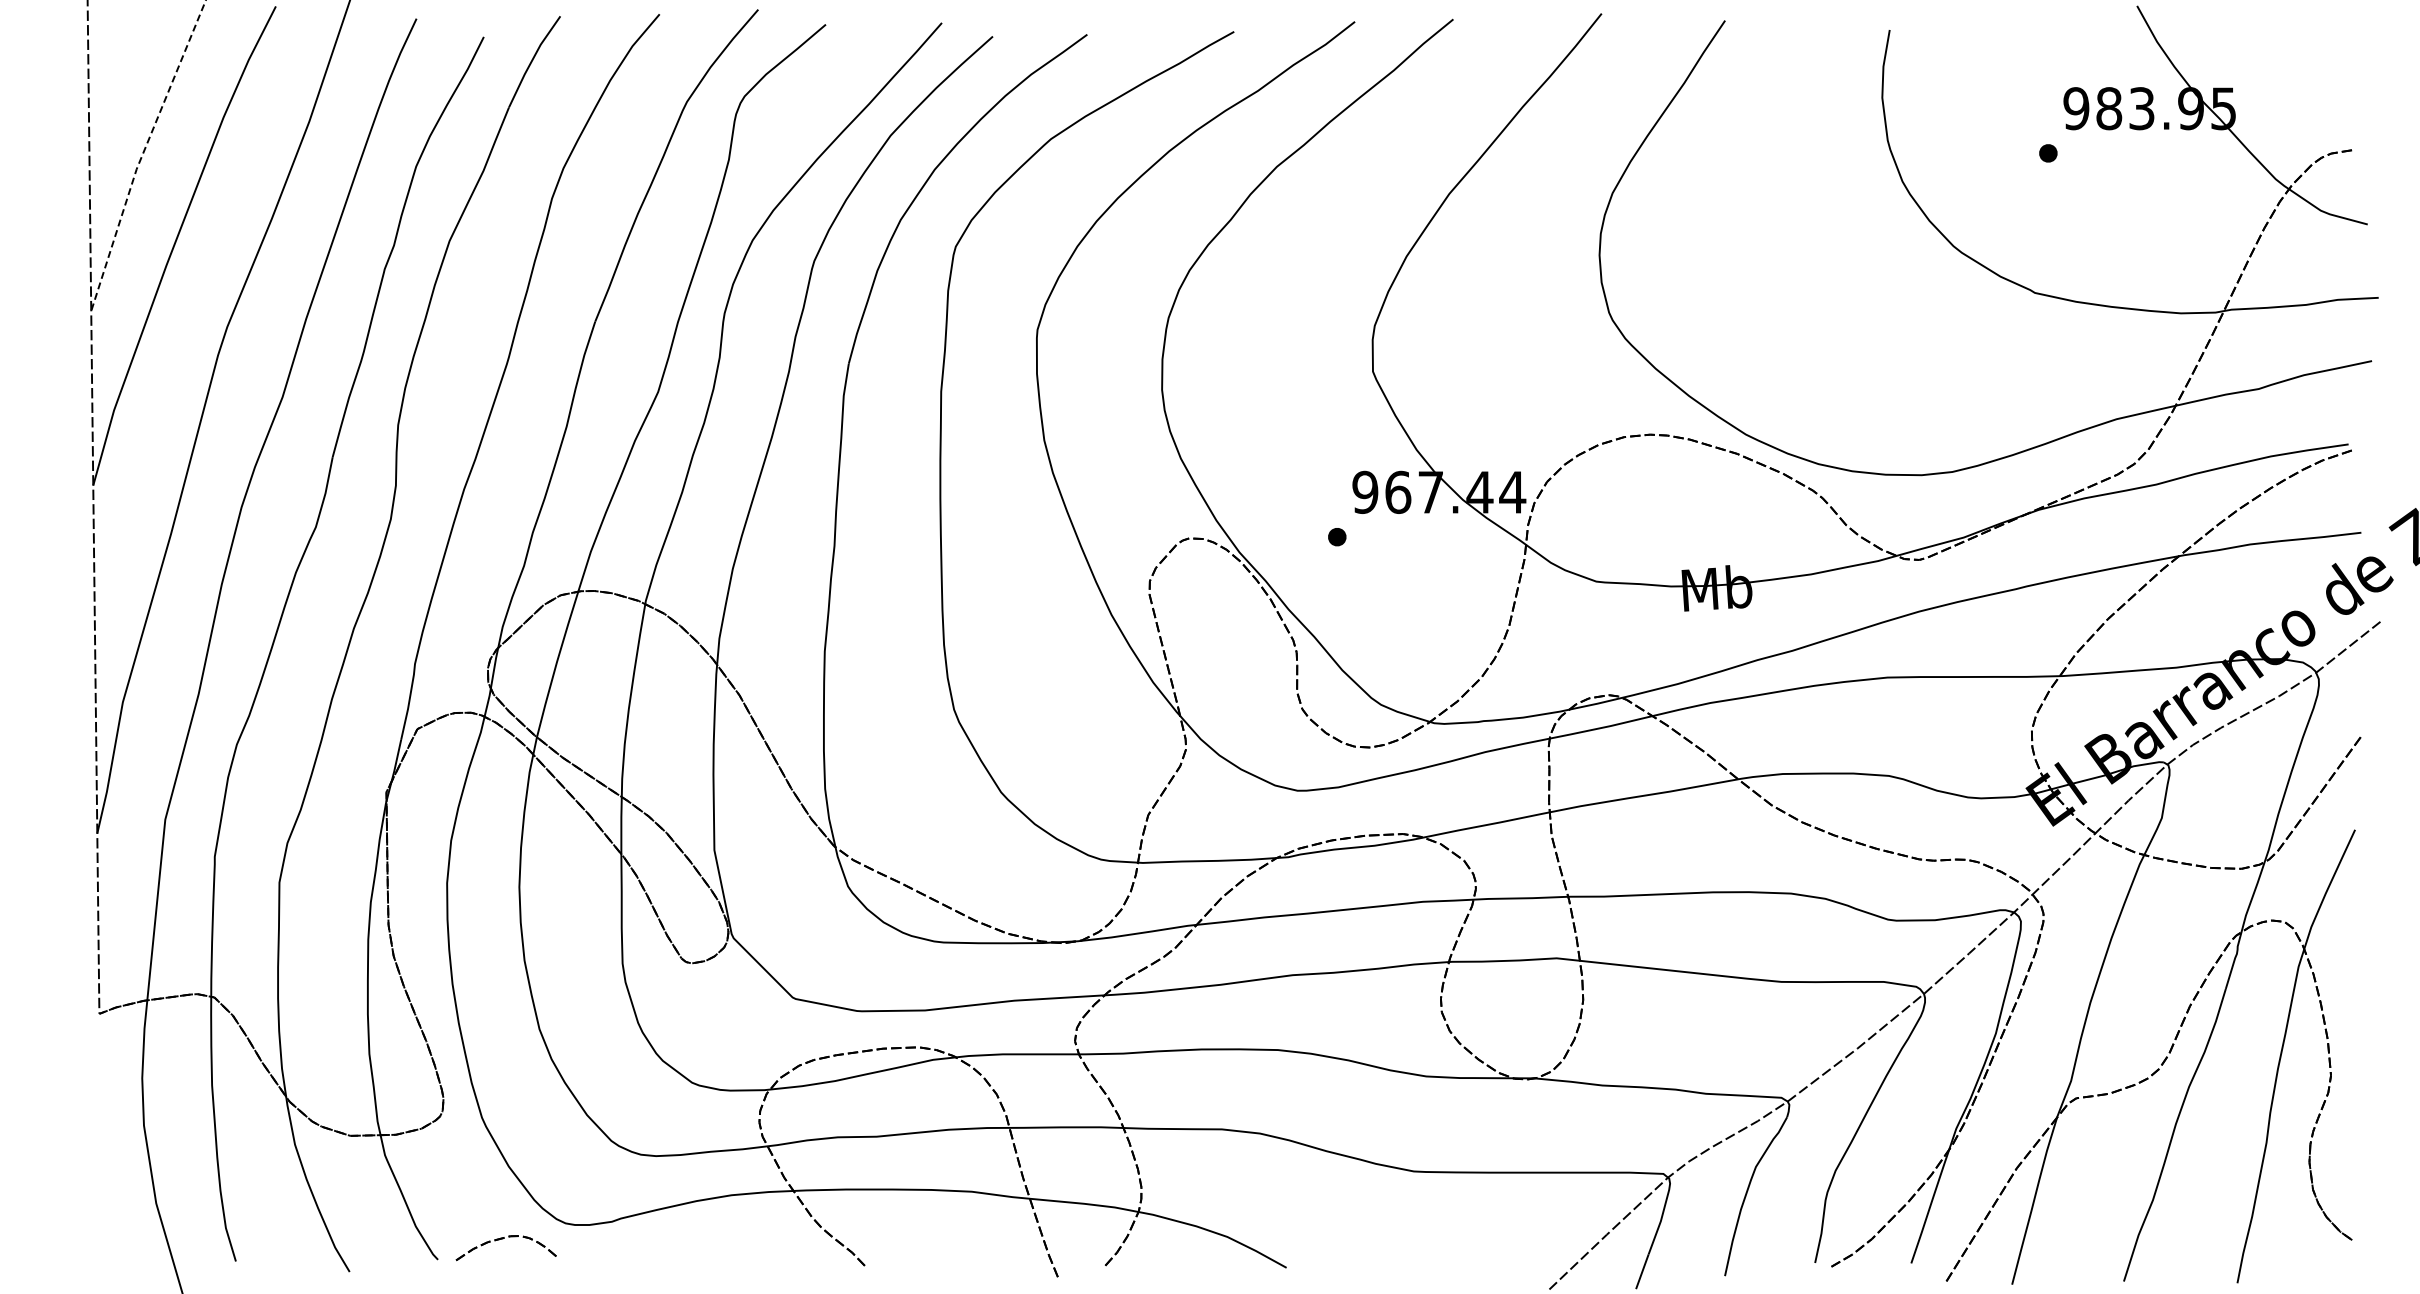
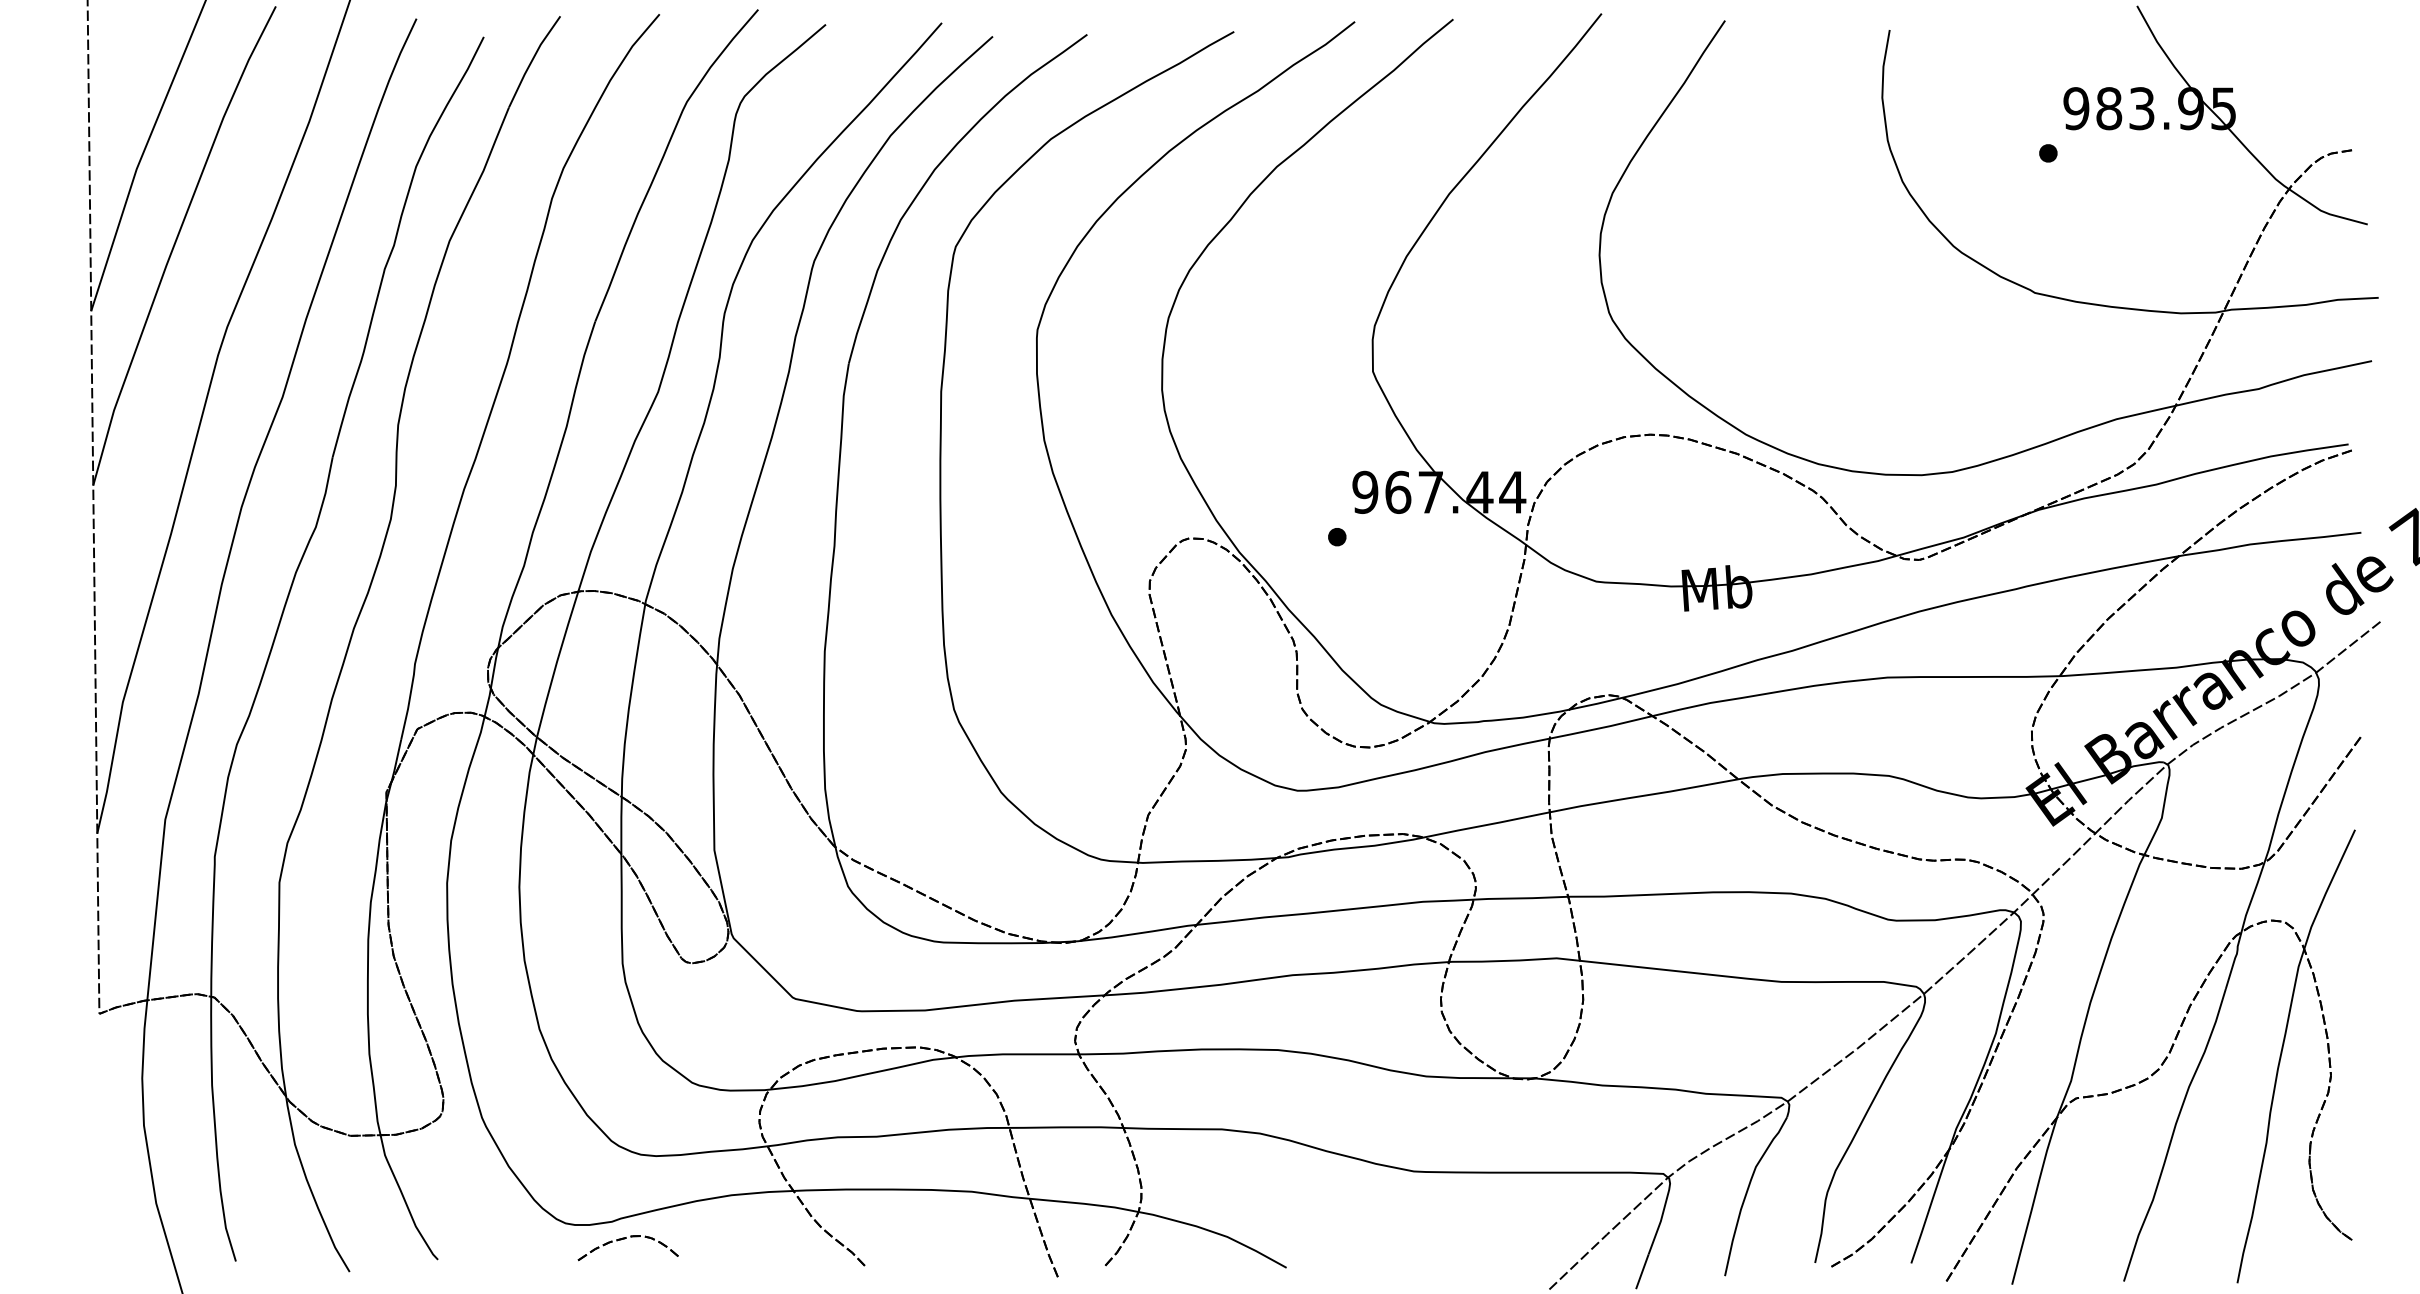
line at (142, 155): dashed -> solid
part at (502, 1239) position: (502, 1239) -> (624, 1239)
